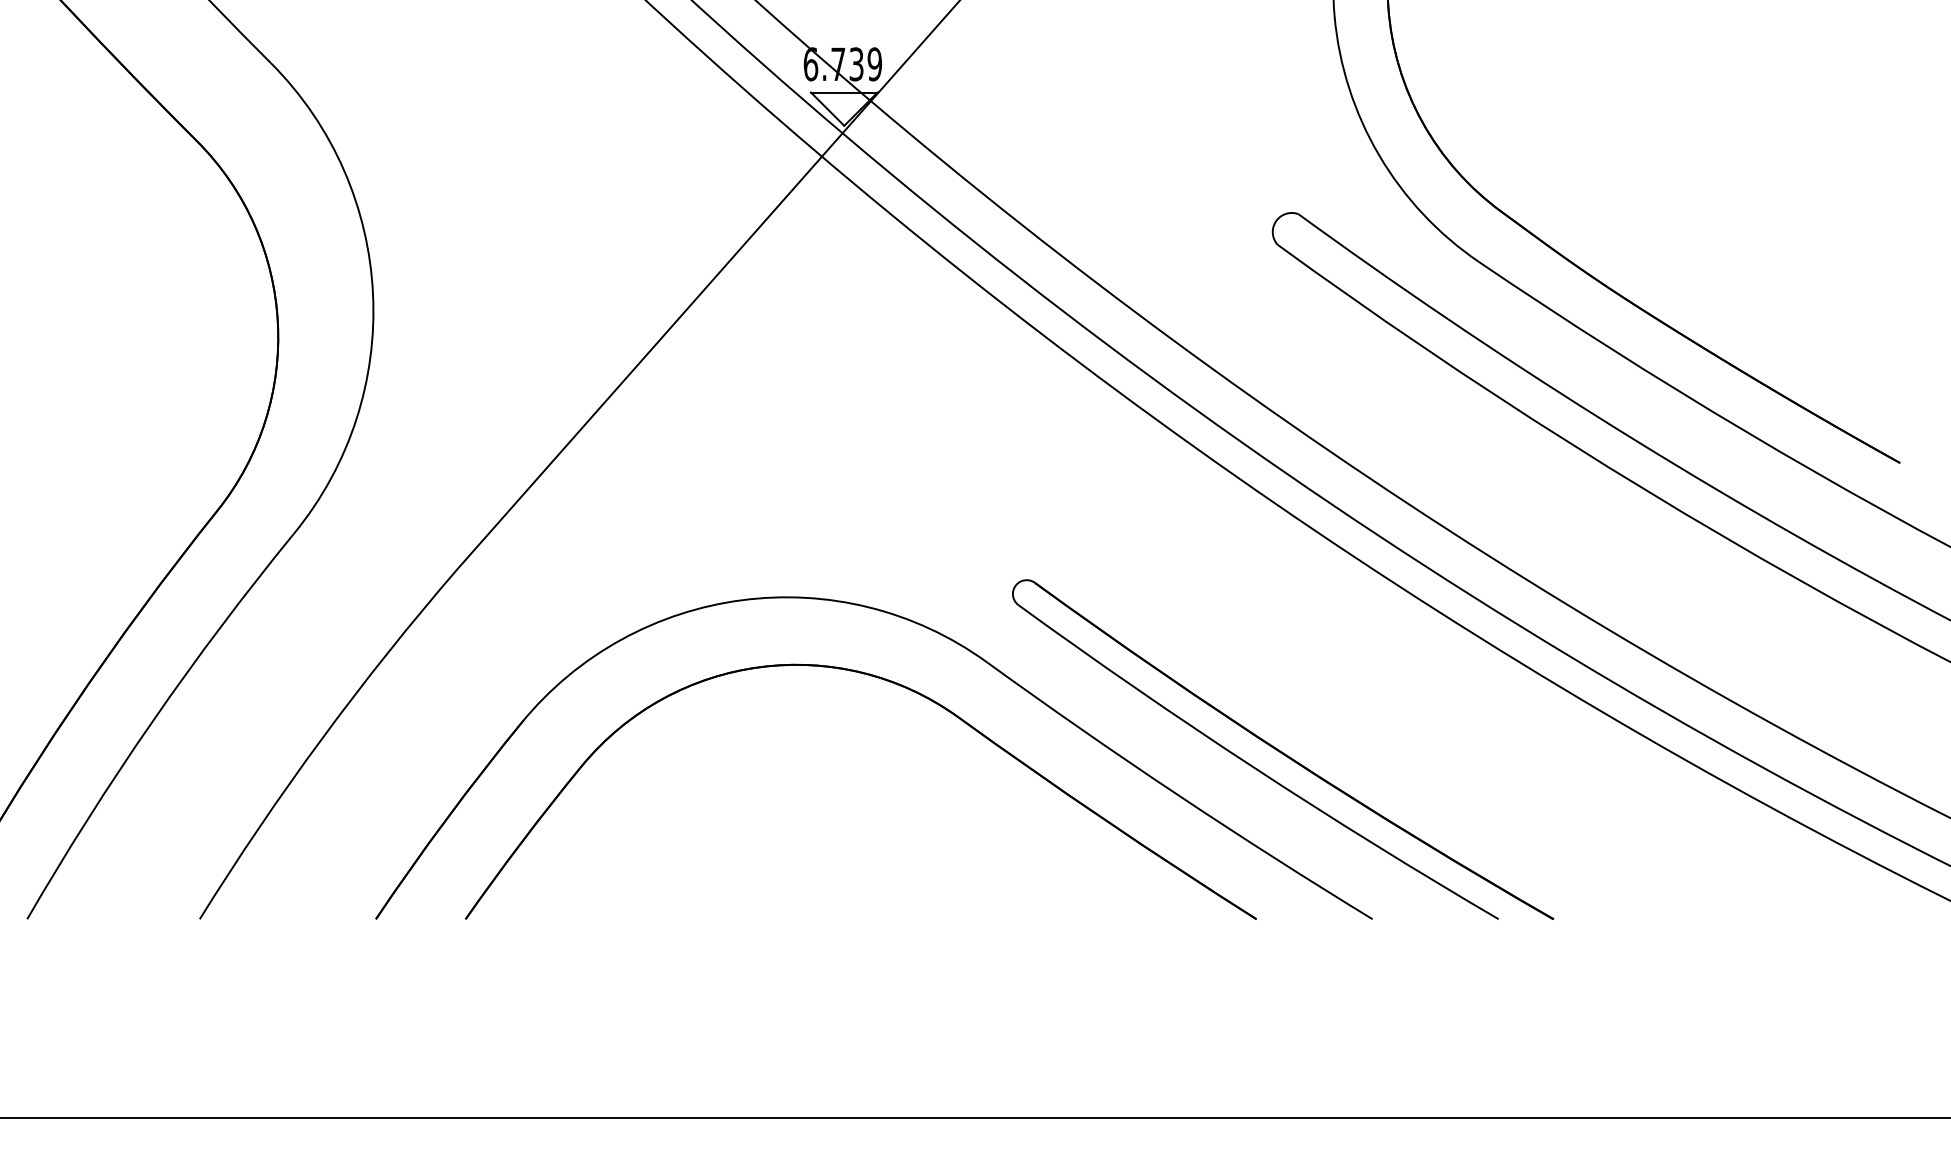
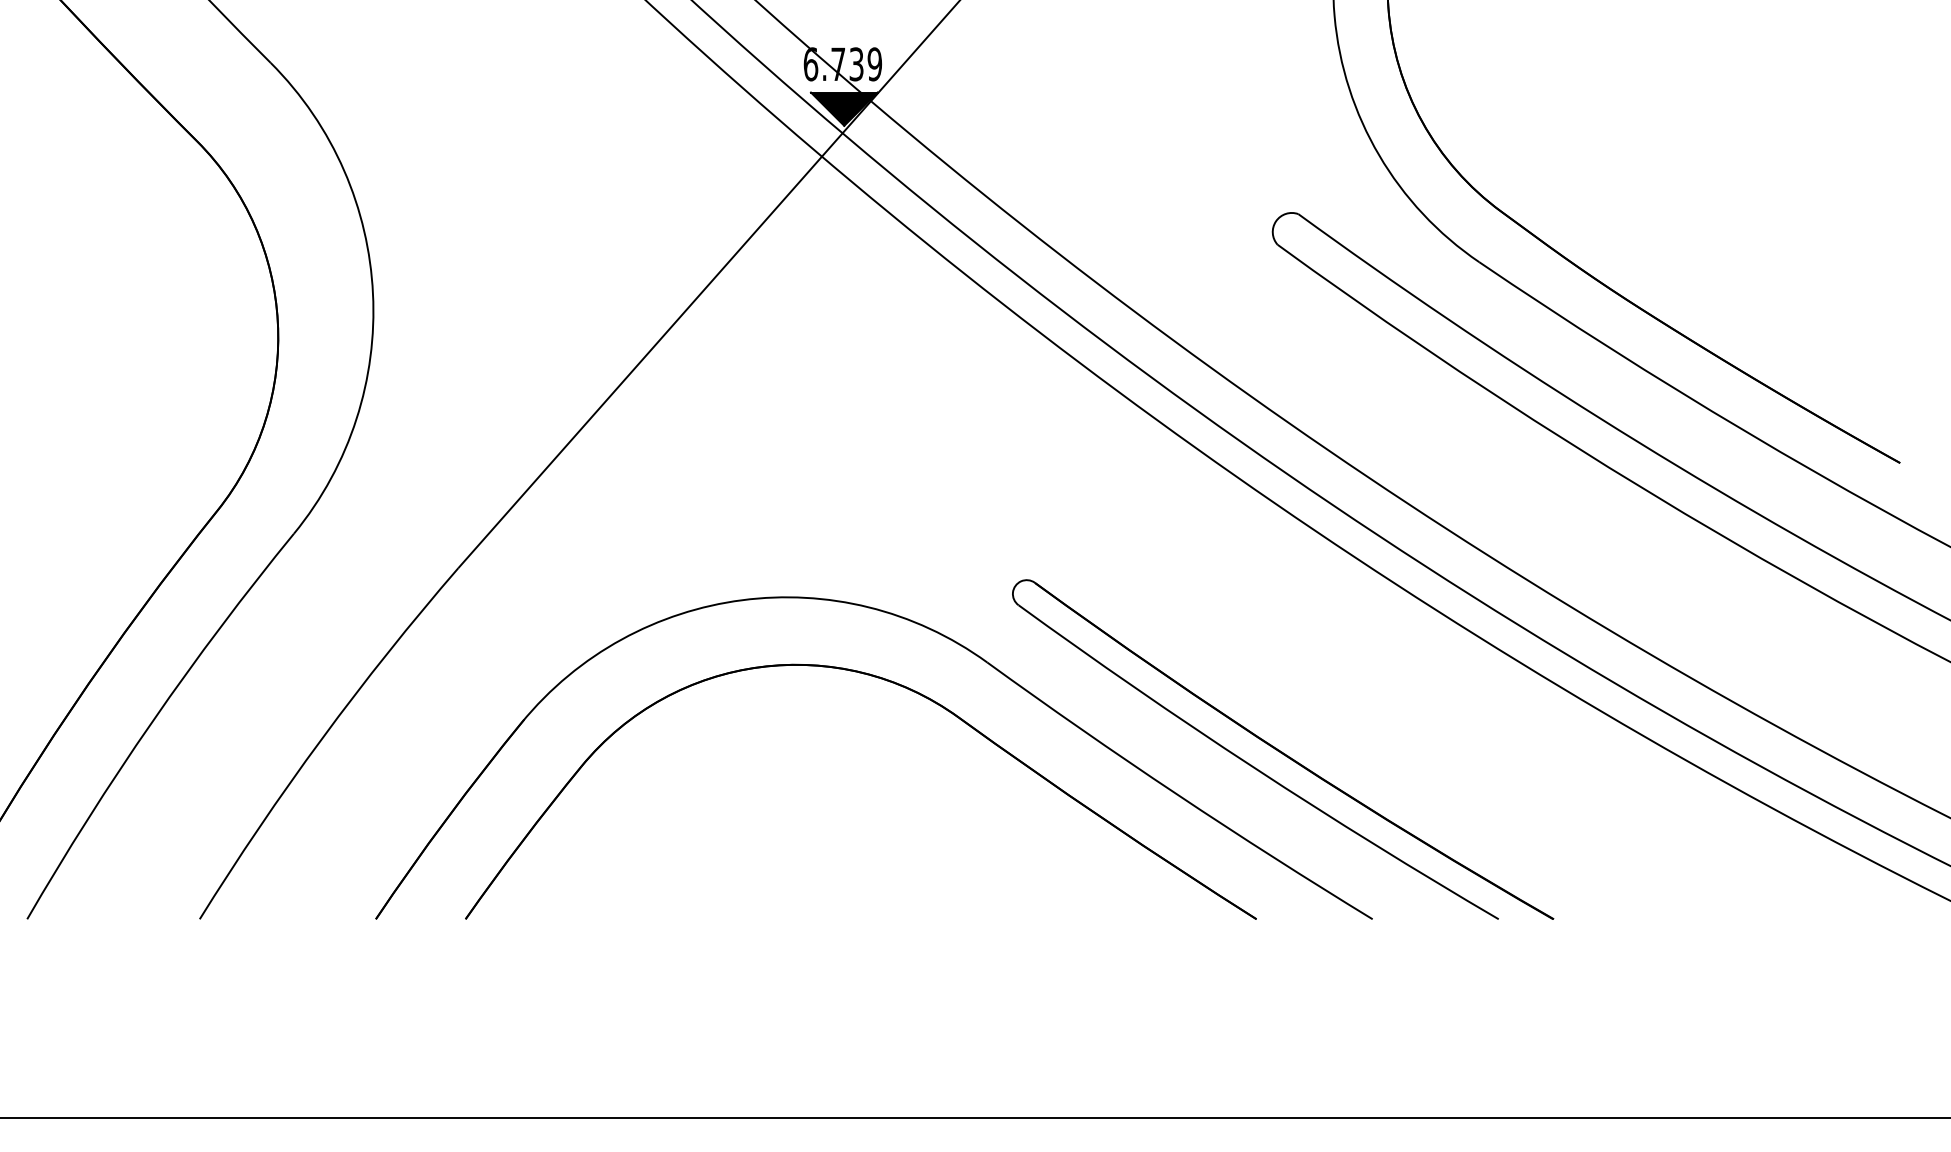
fill at (843, 108): none -> present
